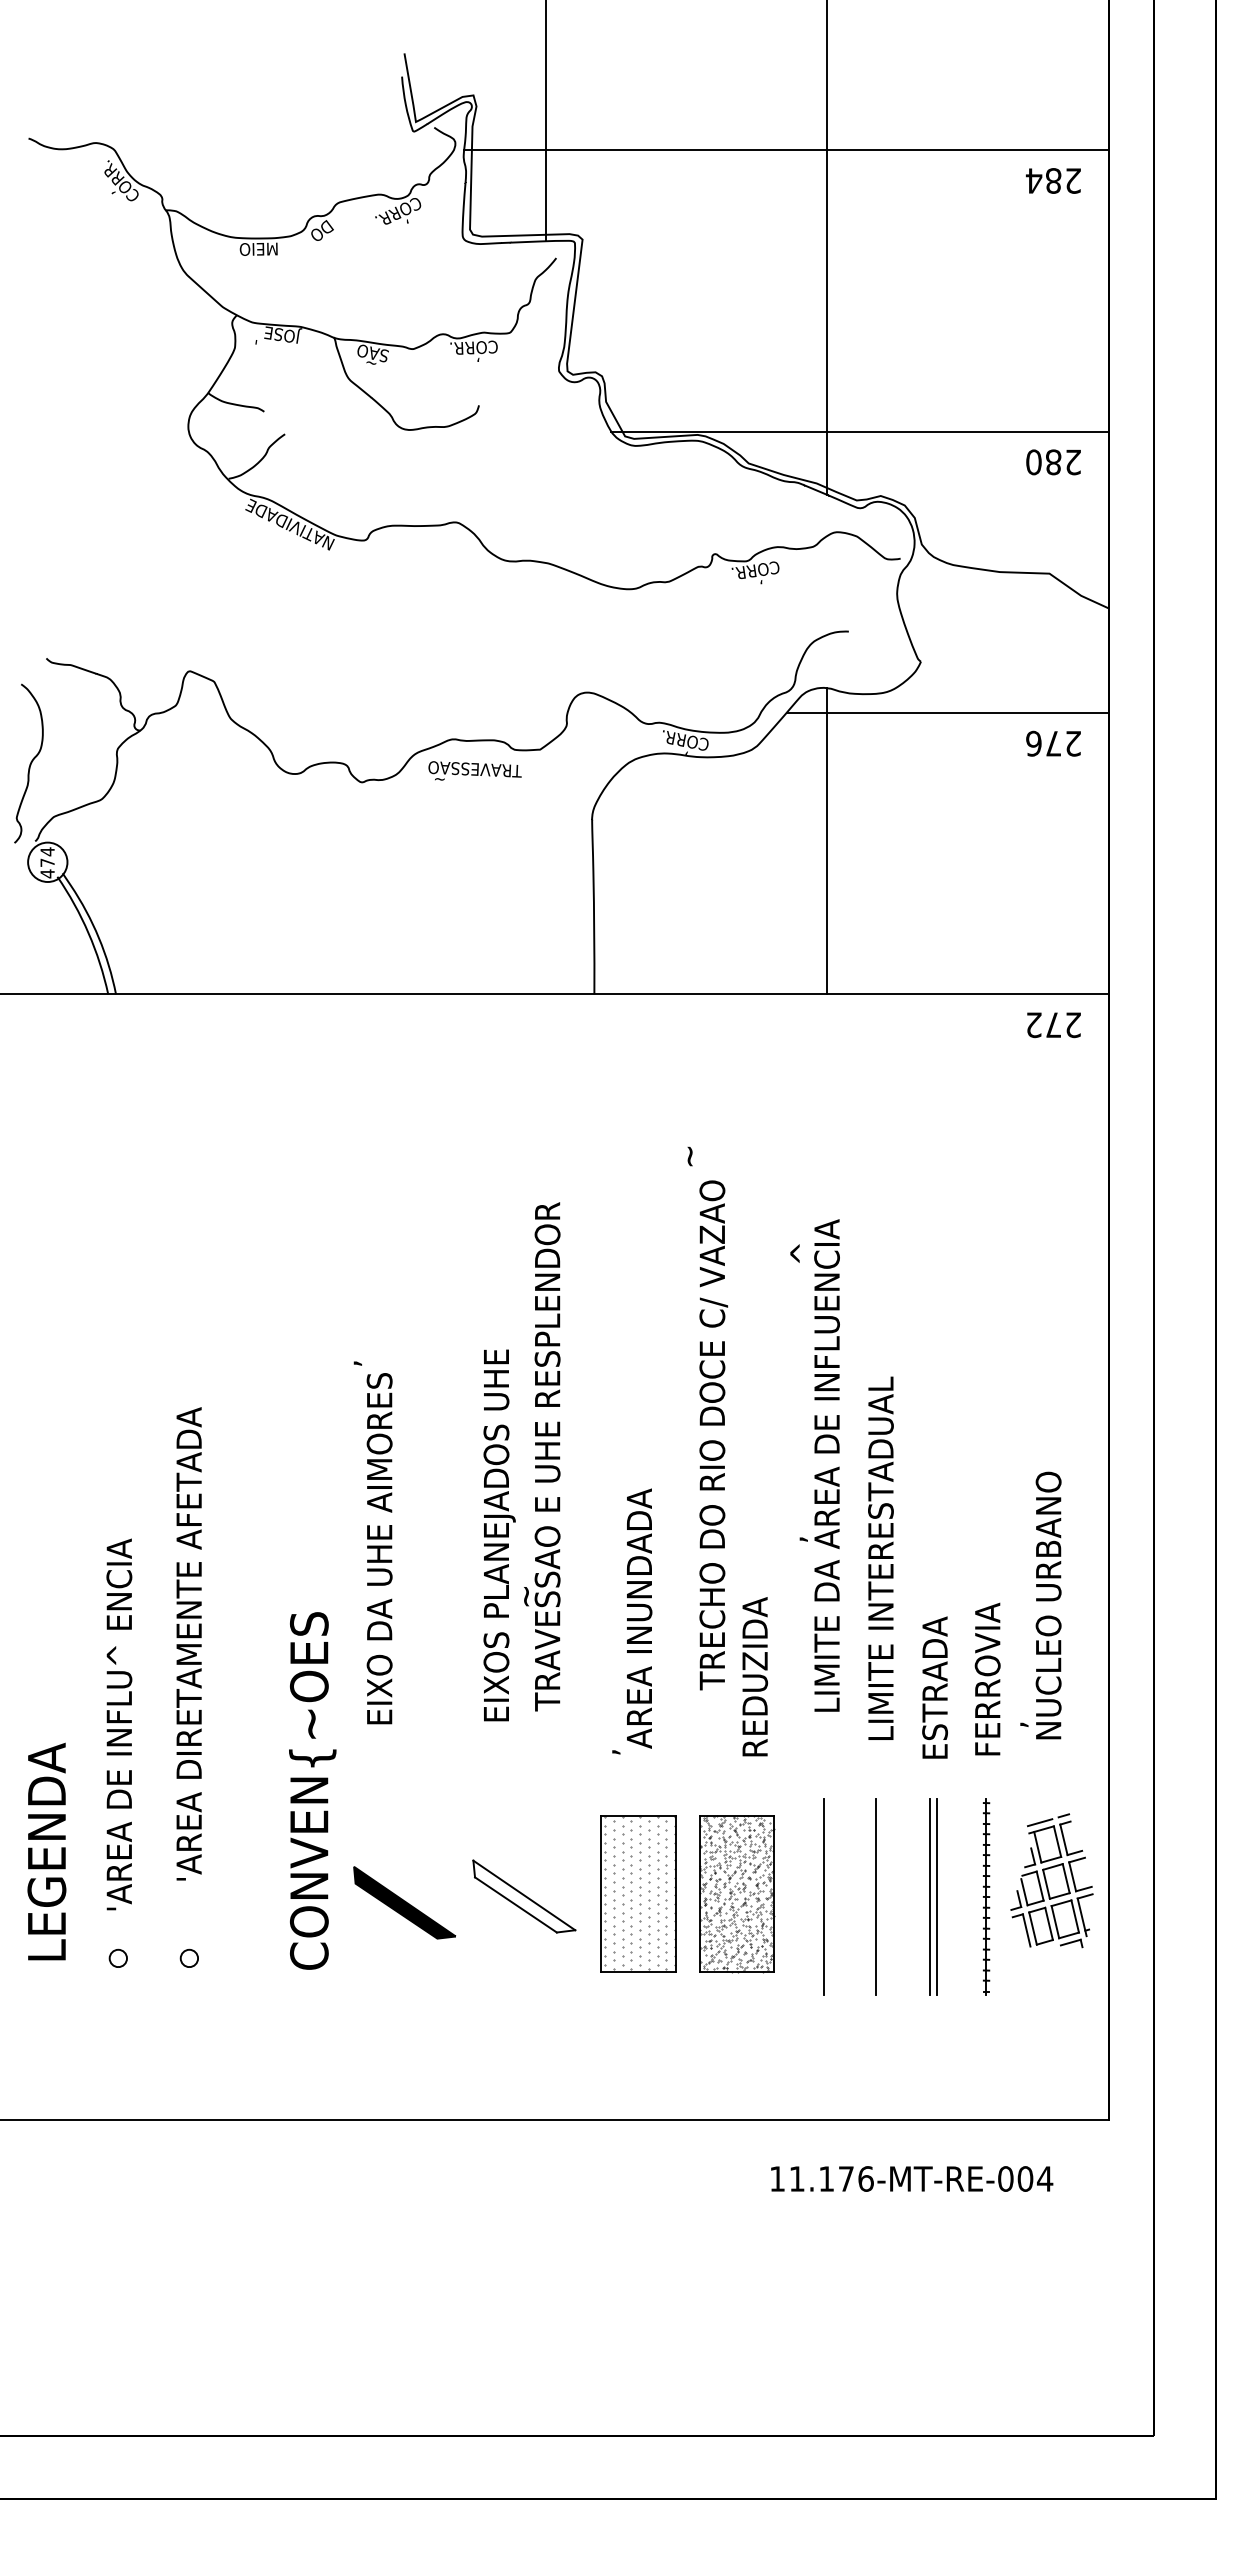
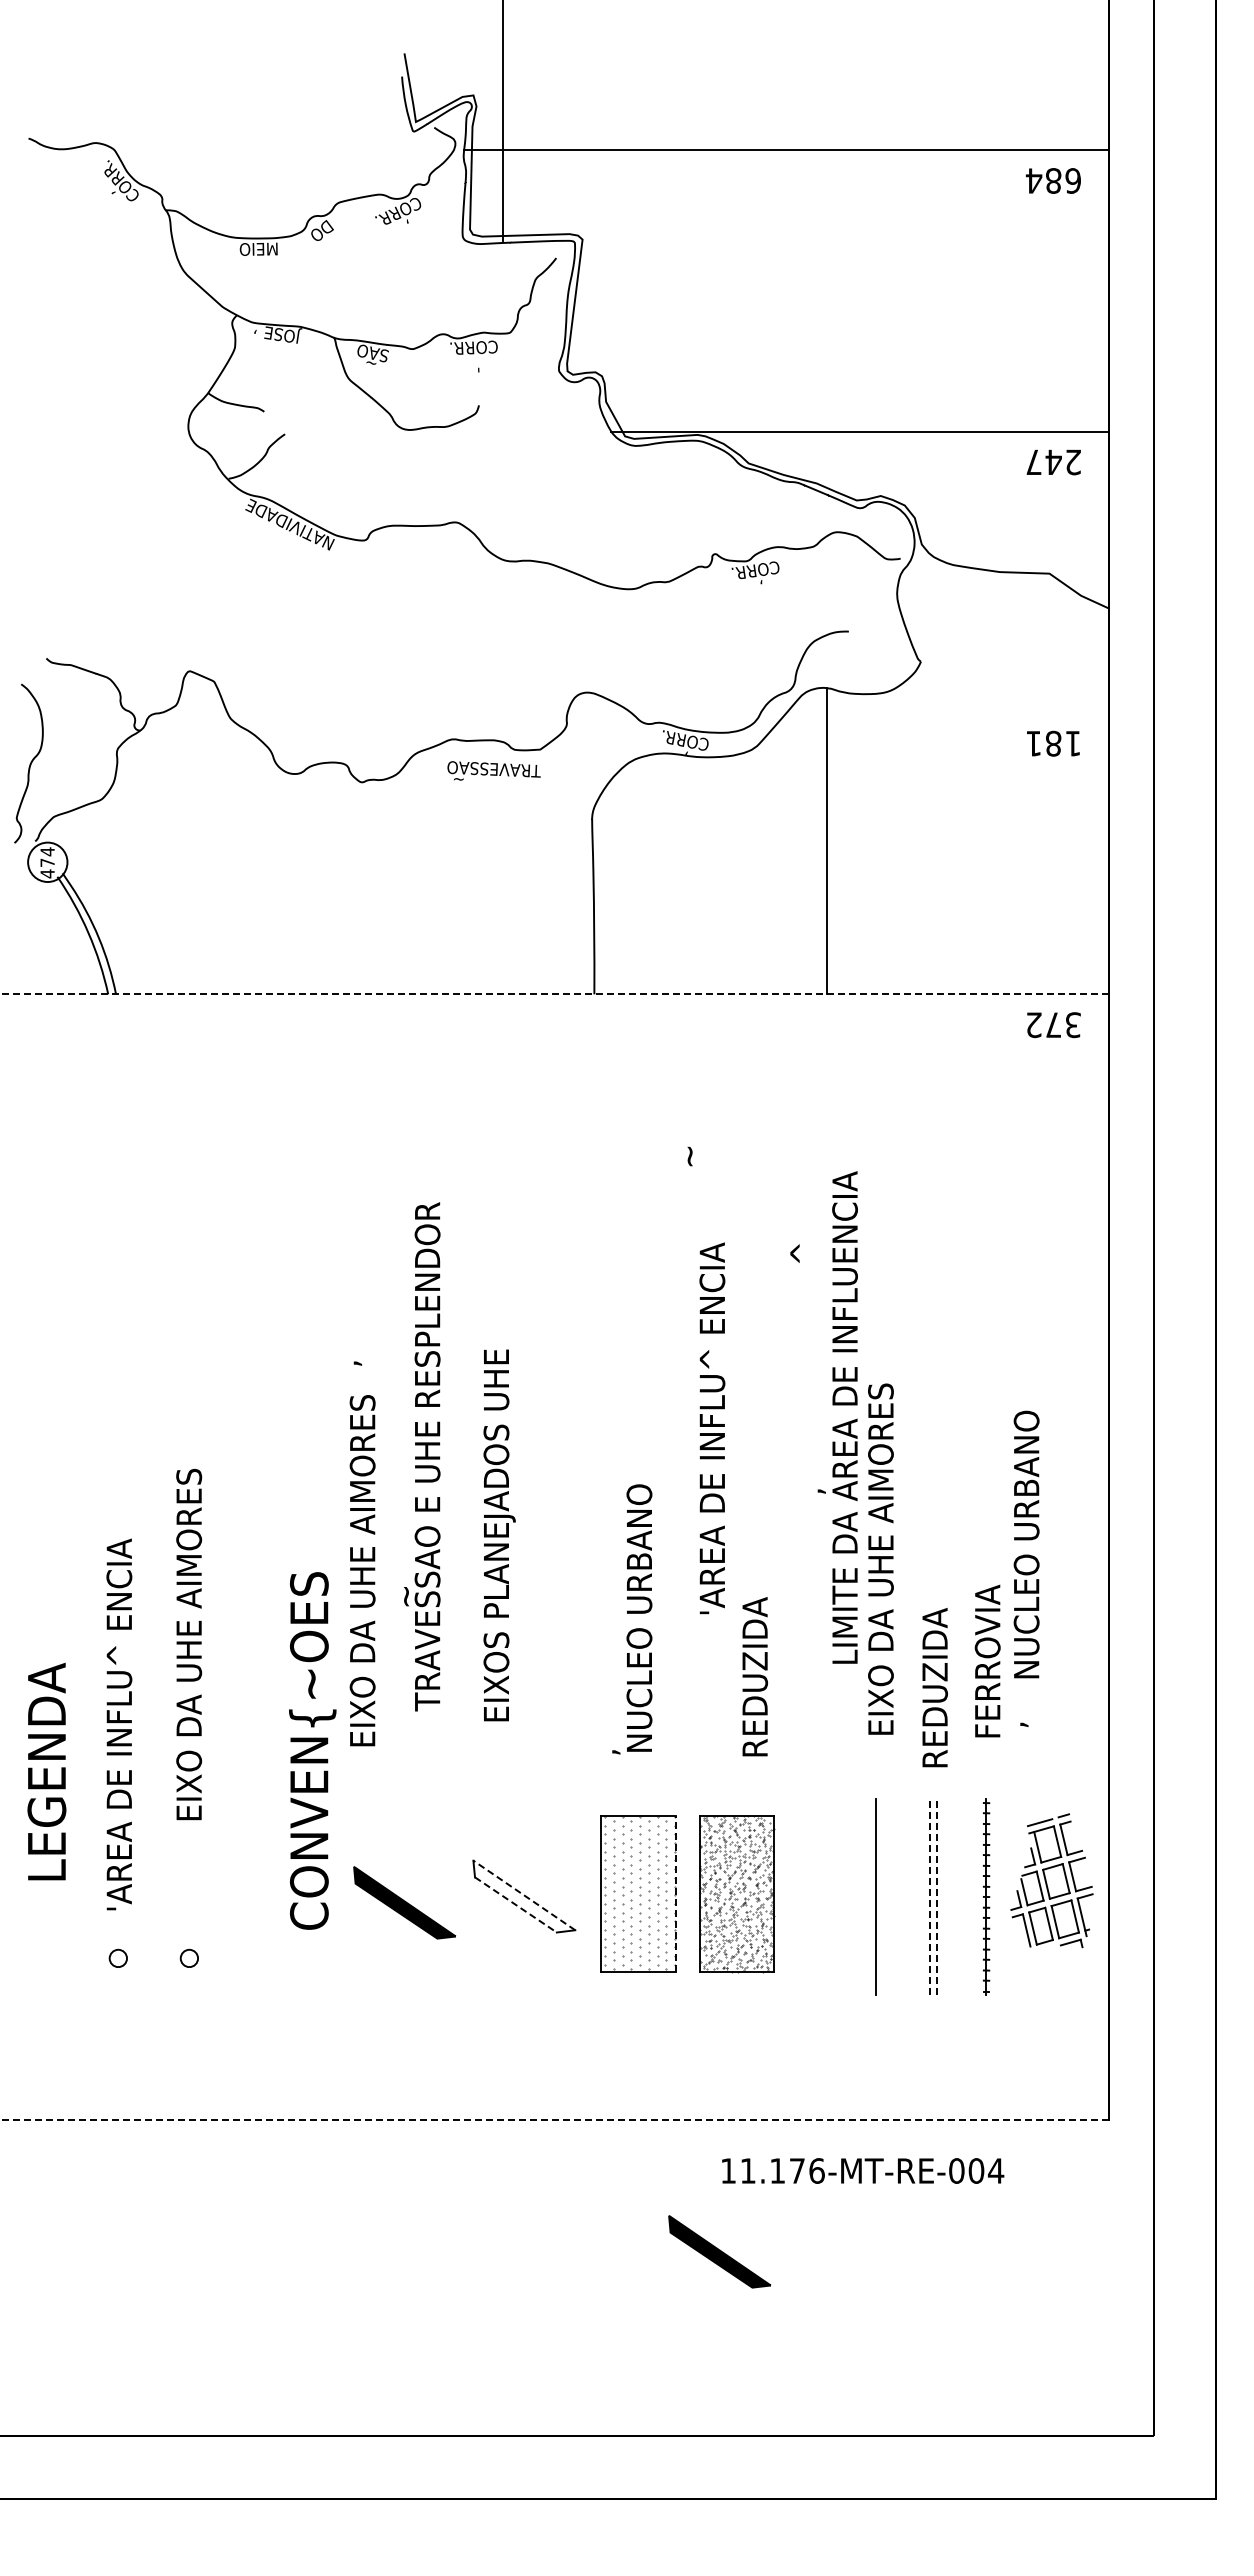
line at (545, 121) position: (545, 121) -> (502, 121)
text at (1072, 180): 284 -> 684
line at (827, 248): present -> none
text at (255, 336): ' -> ,
text at (478, 364): , -> '
text at (1043, 462): 280 -> 247
line at (947, 712): present -> none
text at (1053, 743): 276 -> 181
text at (474, 770) position: (474, 770) -> (493, 770)
line at (553, 994): solid -> dashed
text at (1073, 1024): 272 -> 372
text at (713, 1435): TRECHO DO RIO DOCE C/ VAZAO -> 'AREA DE INFLU^  ENCIA
text at (542, 1456) position: (542, 1456) -> (422, 1456)
text at (819, 1465) position: (819, 1465) -> (837, 1417)
text at (379, 1548) position: (379, 1548) -> (362, 1570)
text at (880, 1557): LIMITE INTERESTADUAL -> EIXO DA UHE AIMORES
text at (1048, 1605) position: (1048, 1605) -> (1026, 1544)
text at (639, 1617): AREA INUNDADA -> NUCLEO URBANO
text at (189, 1643): 'AREA DIRETAMENTE AFETADA -> EIXO DA UHE AIMORES
text at (987, 1678) position: (987, 1678) -> (987, 1660)
text at (934, 1687): ESTRADA -> REDUZIDA
text at (312, 1790) position: (312, 1790) -> (312, 1750)
text at (46, 1851) position: (46, 1851) -> (46, 1771)
line at (675, 1893): solid -> dashed
line at (524, 1895): solid -> dashed
line at (823, 1896): present -> none
line at (930, 1896): solid -> dashed
line at (936, 1896): solid -> dashed
line at (516, 1905): solid -> dashed
line at (554, 2119): solid -> dashed
text at (912, 2178) position: (912, 2178) -> (863, 2170)
part at (719, 2251): none -> present
